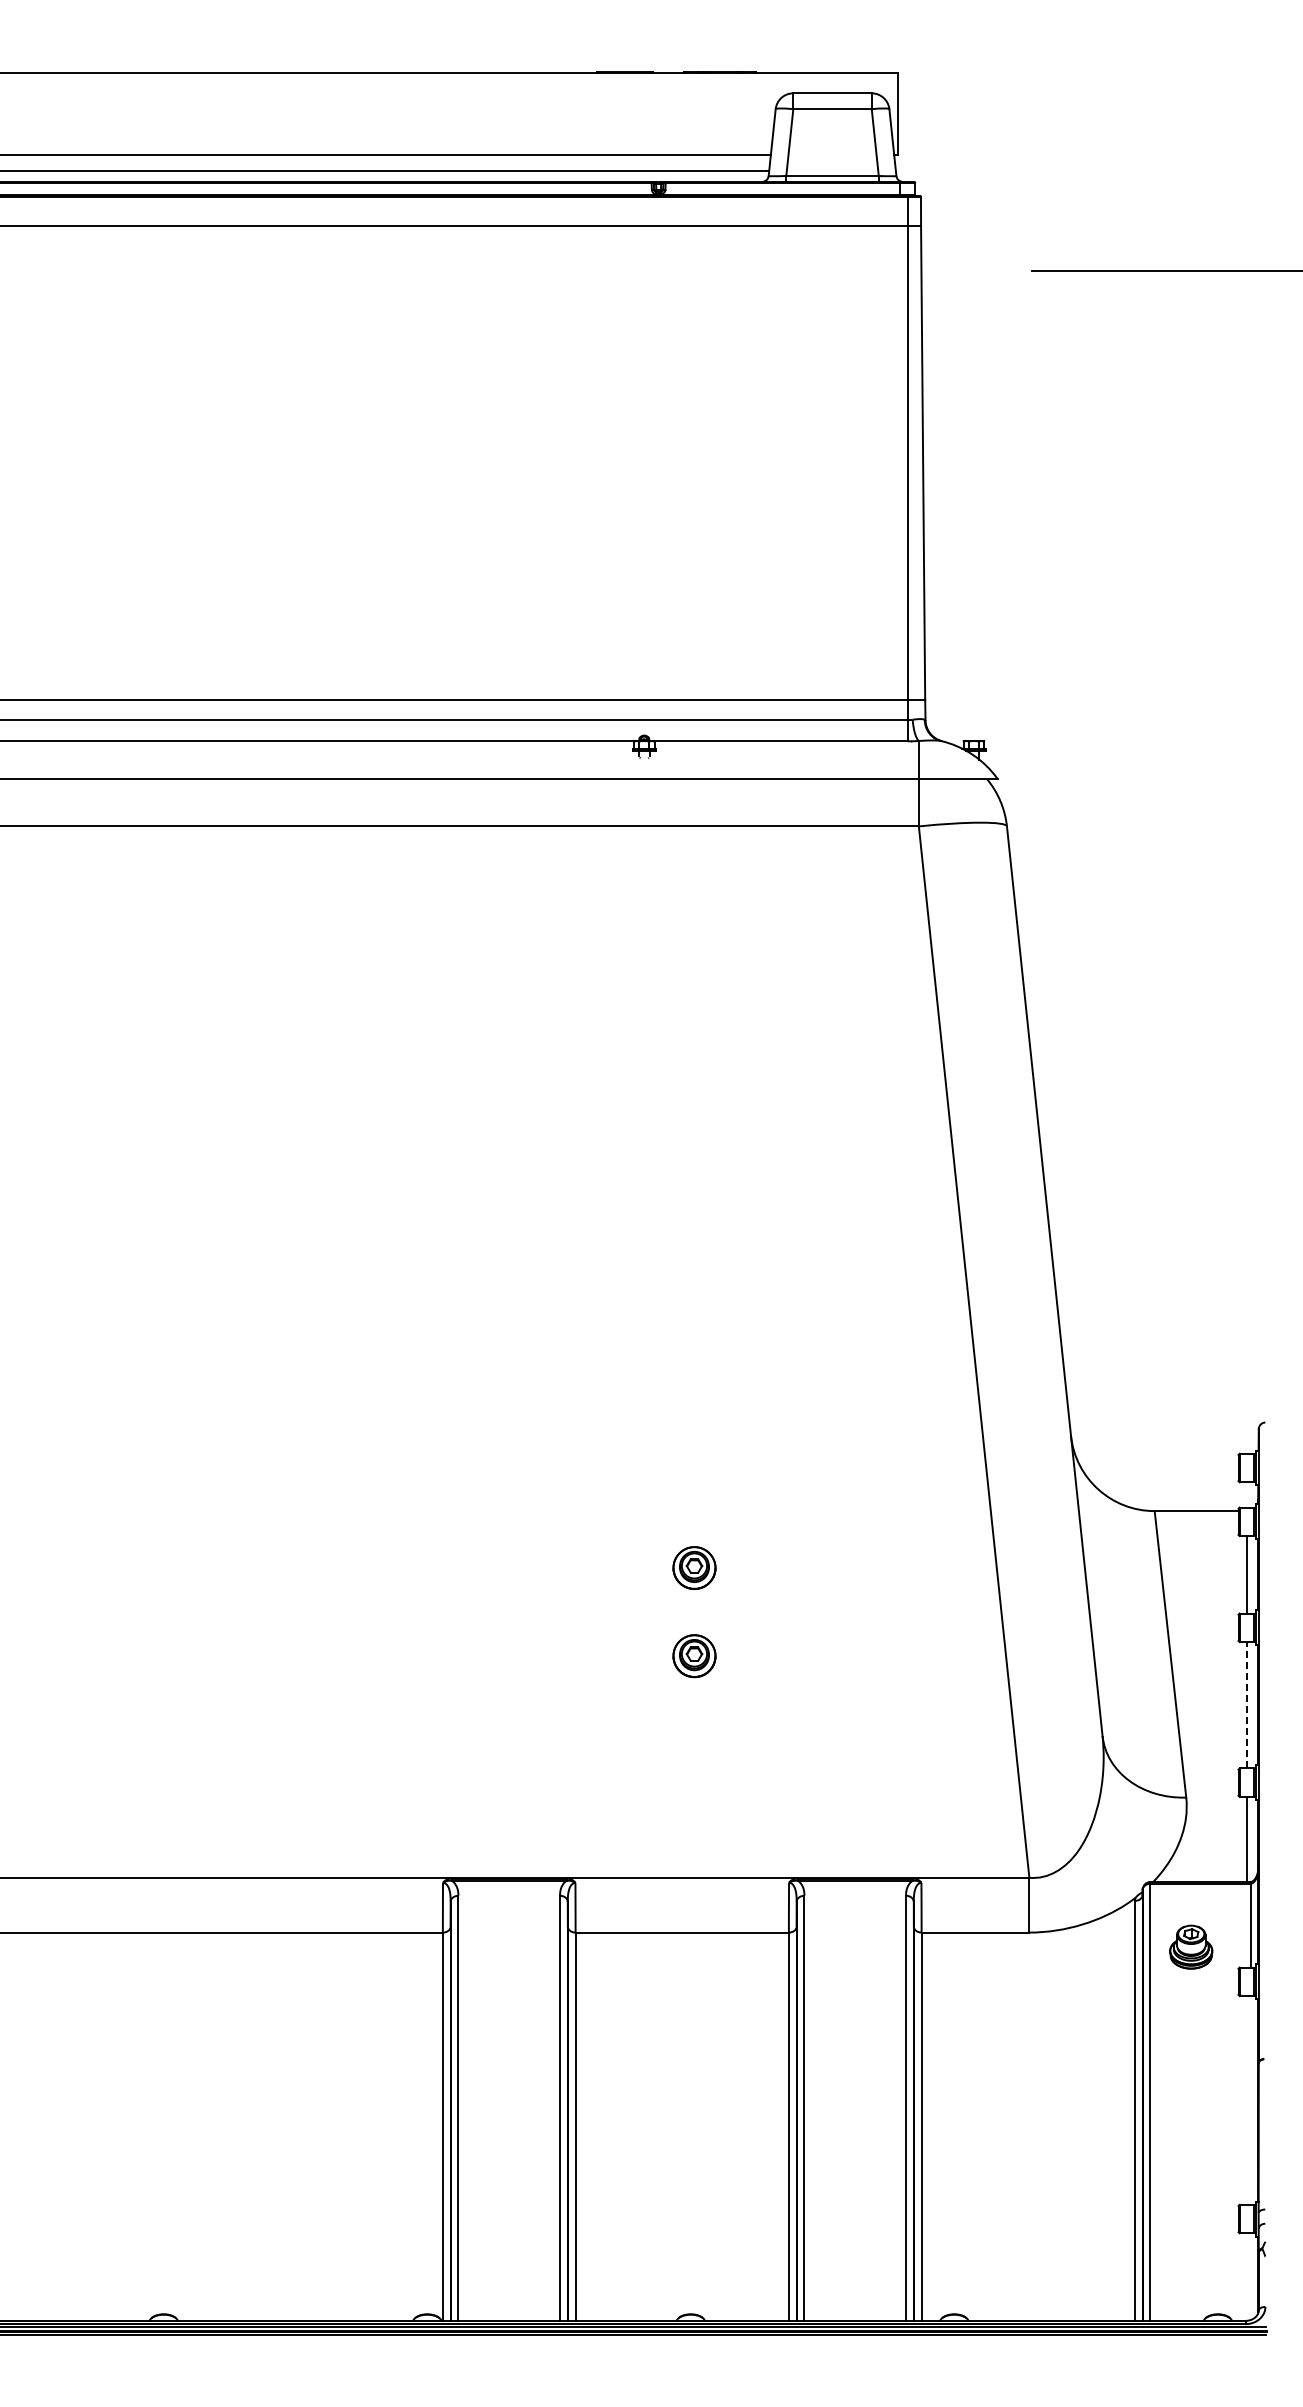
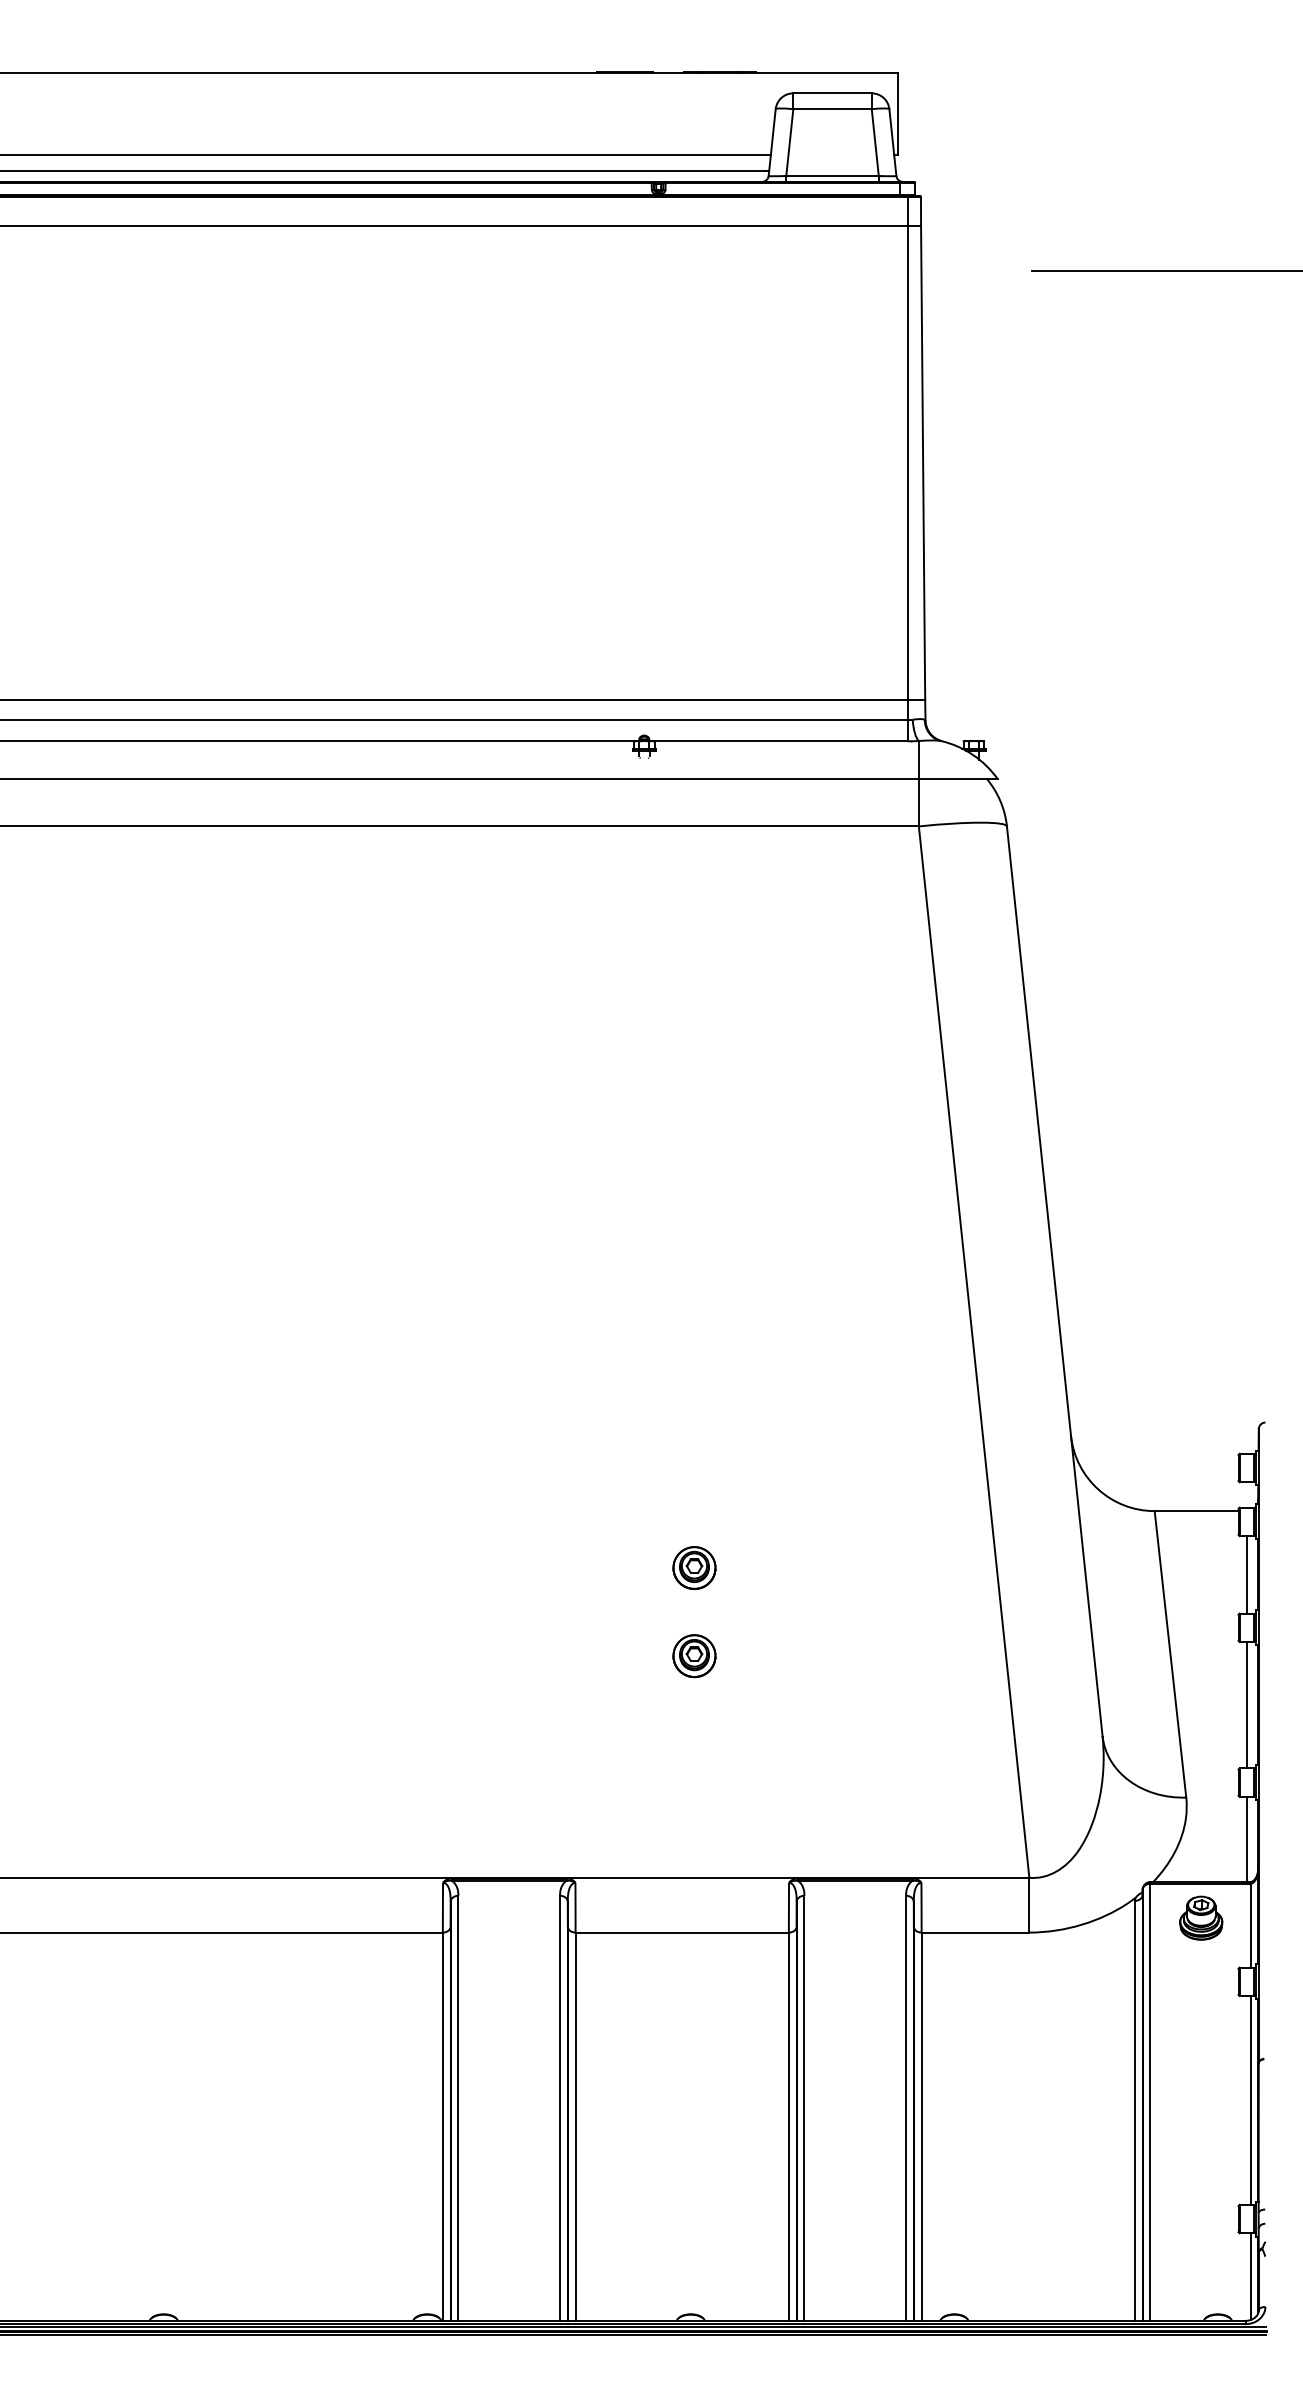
line at (1247, 1704): dashed -> solid
part at (1191, 1946) position: (1191, 1946) -> (1201, 1917)
line at (1250, 2100): none -> present
line at (1250, 2276): none -> present
